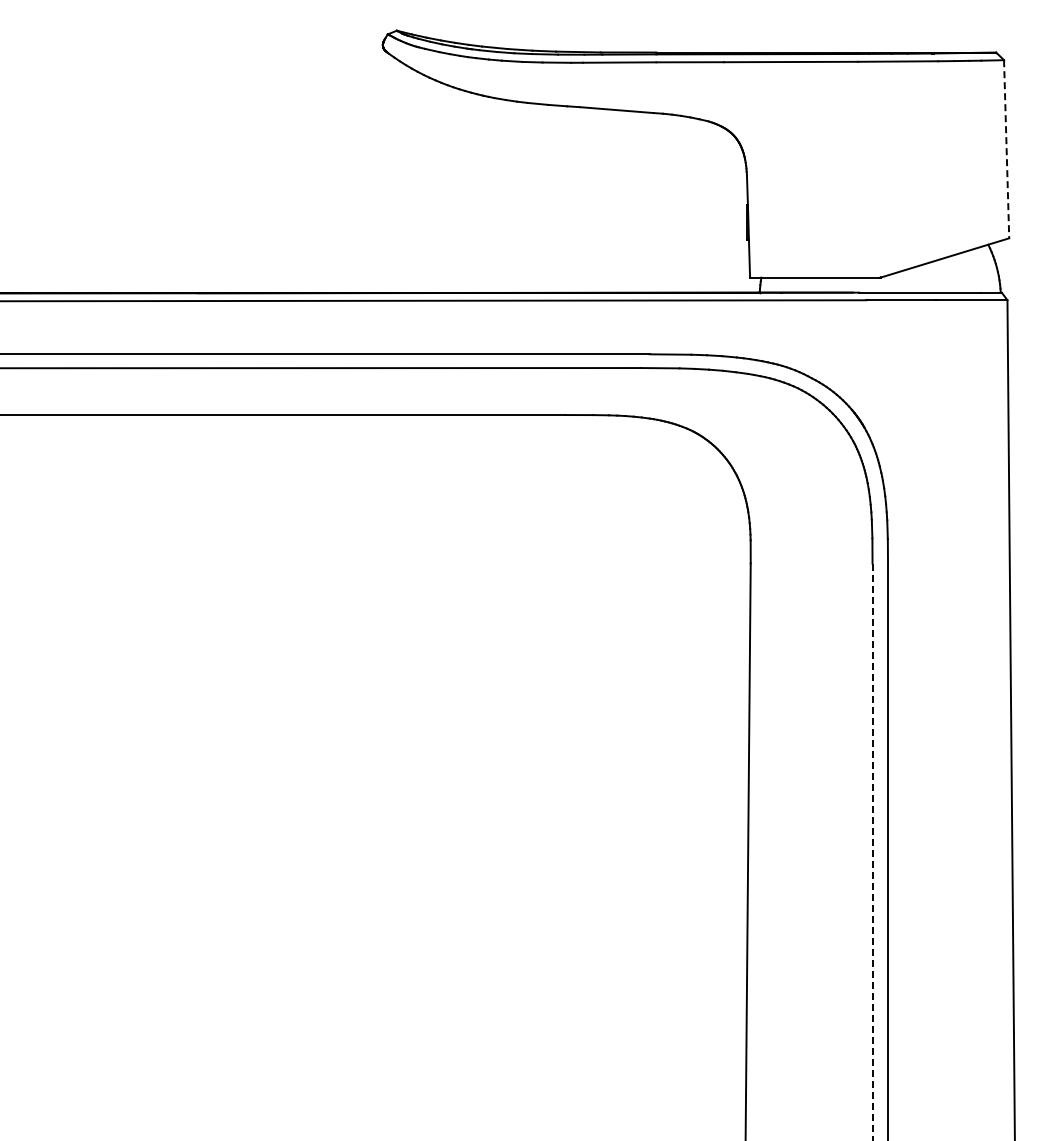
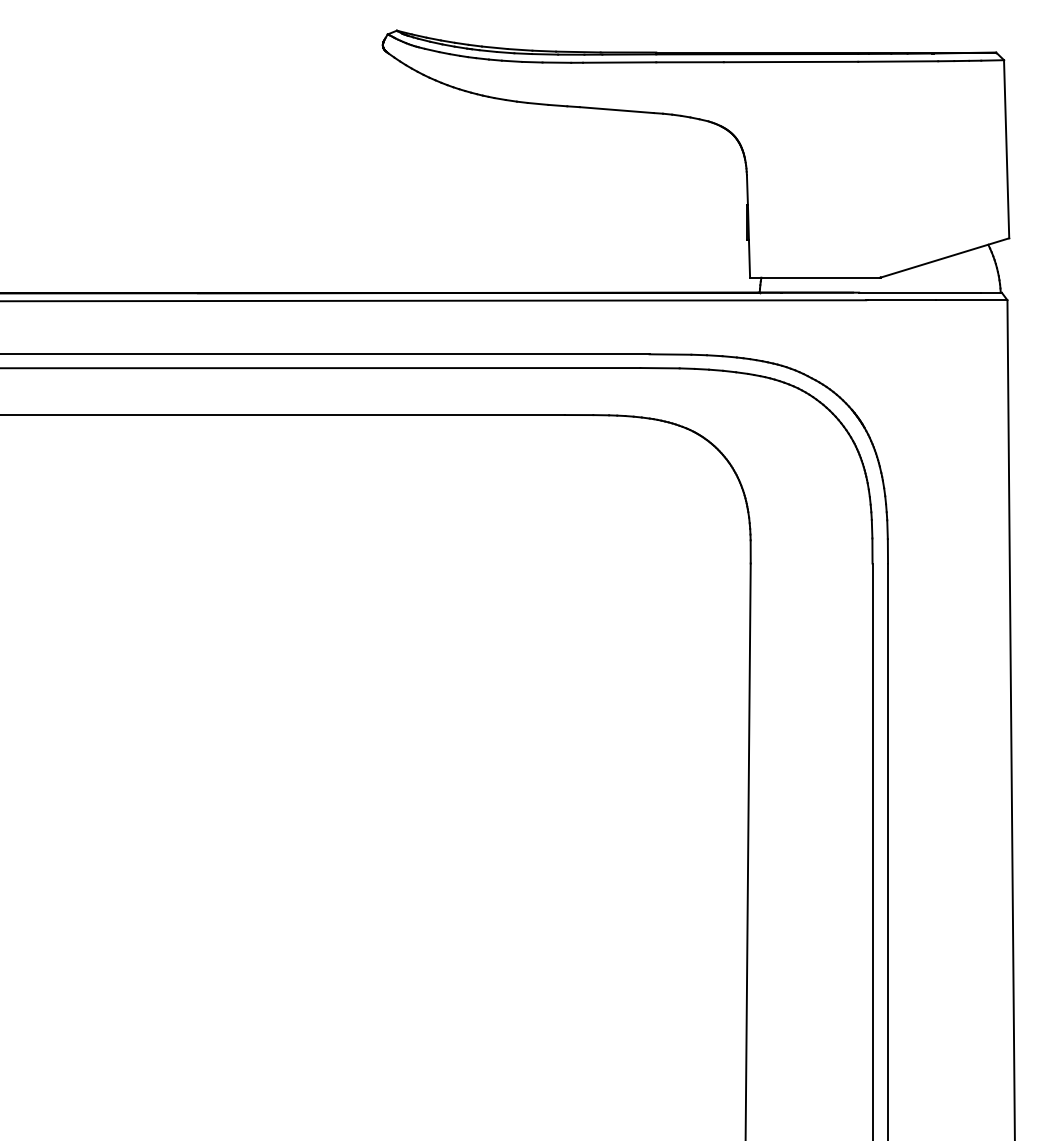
line at (1006, 149): dashed -> solid
line at (872, 852): dashed -> solid
